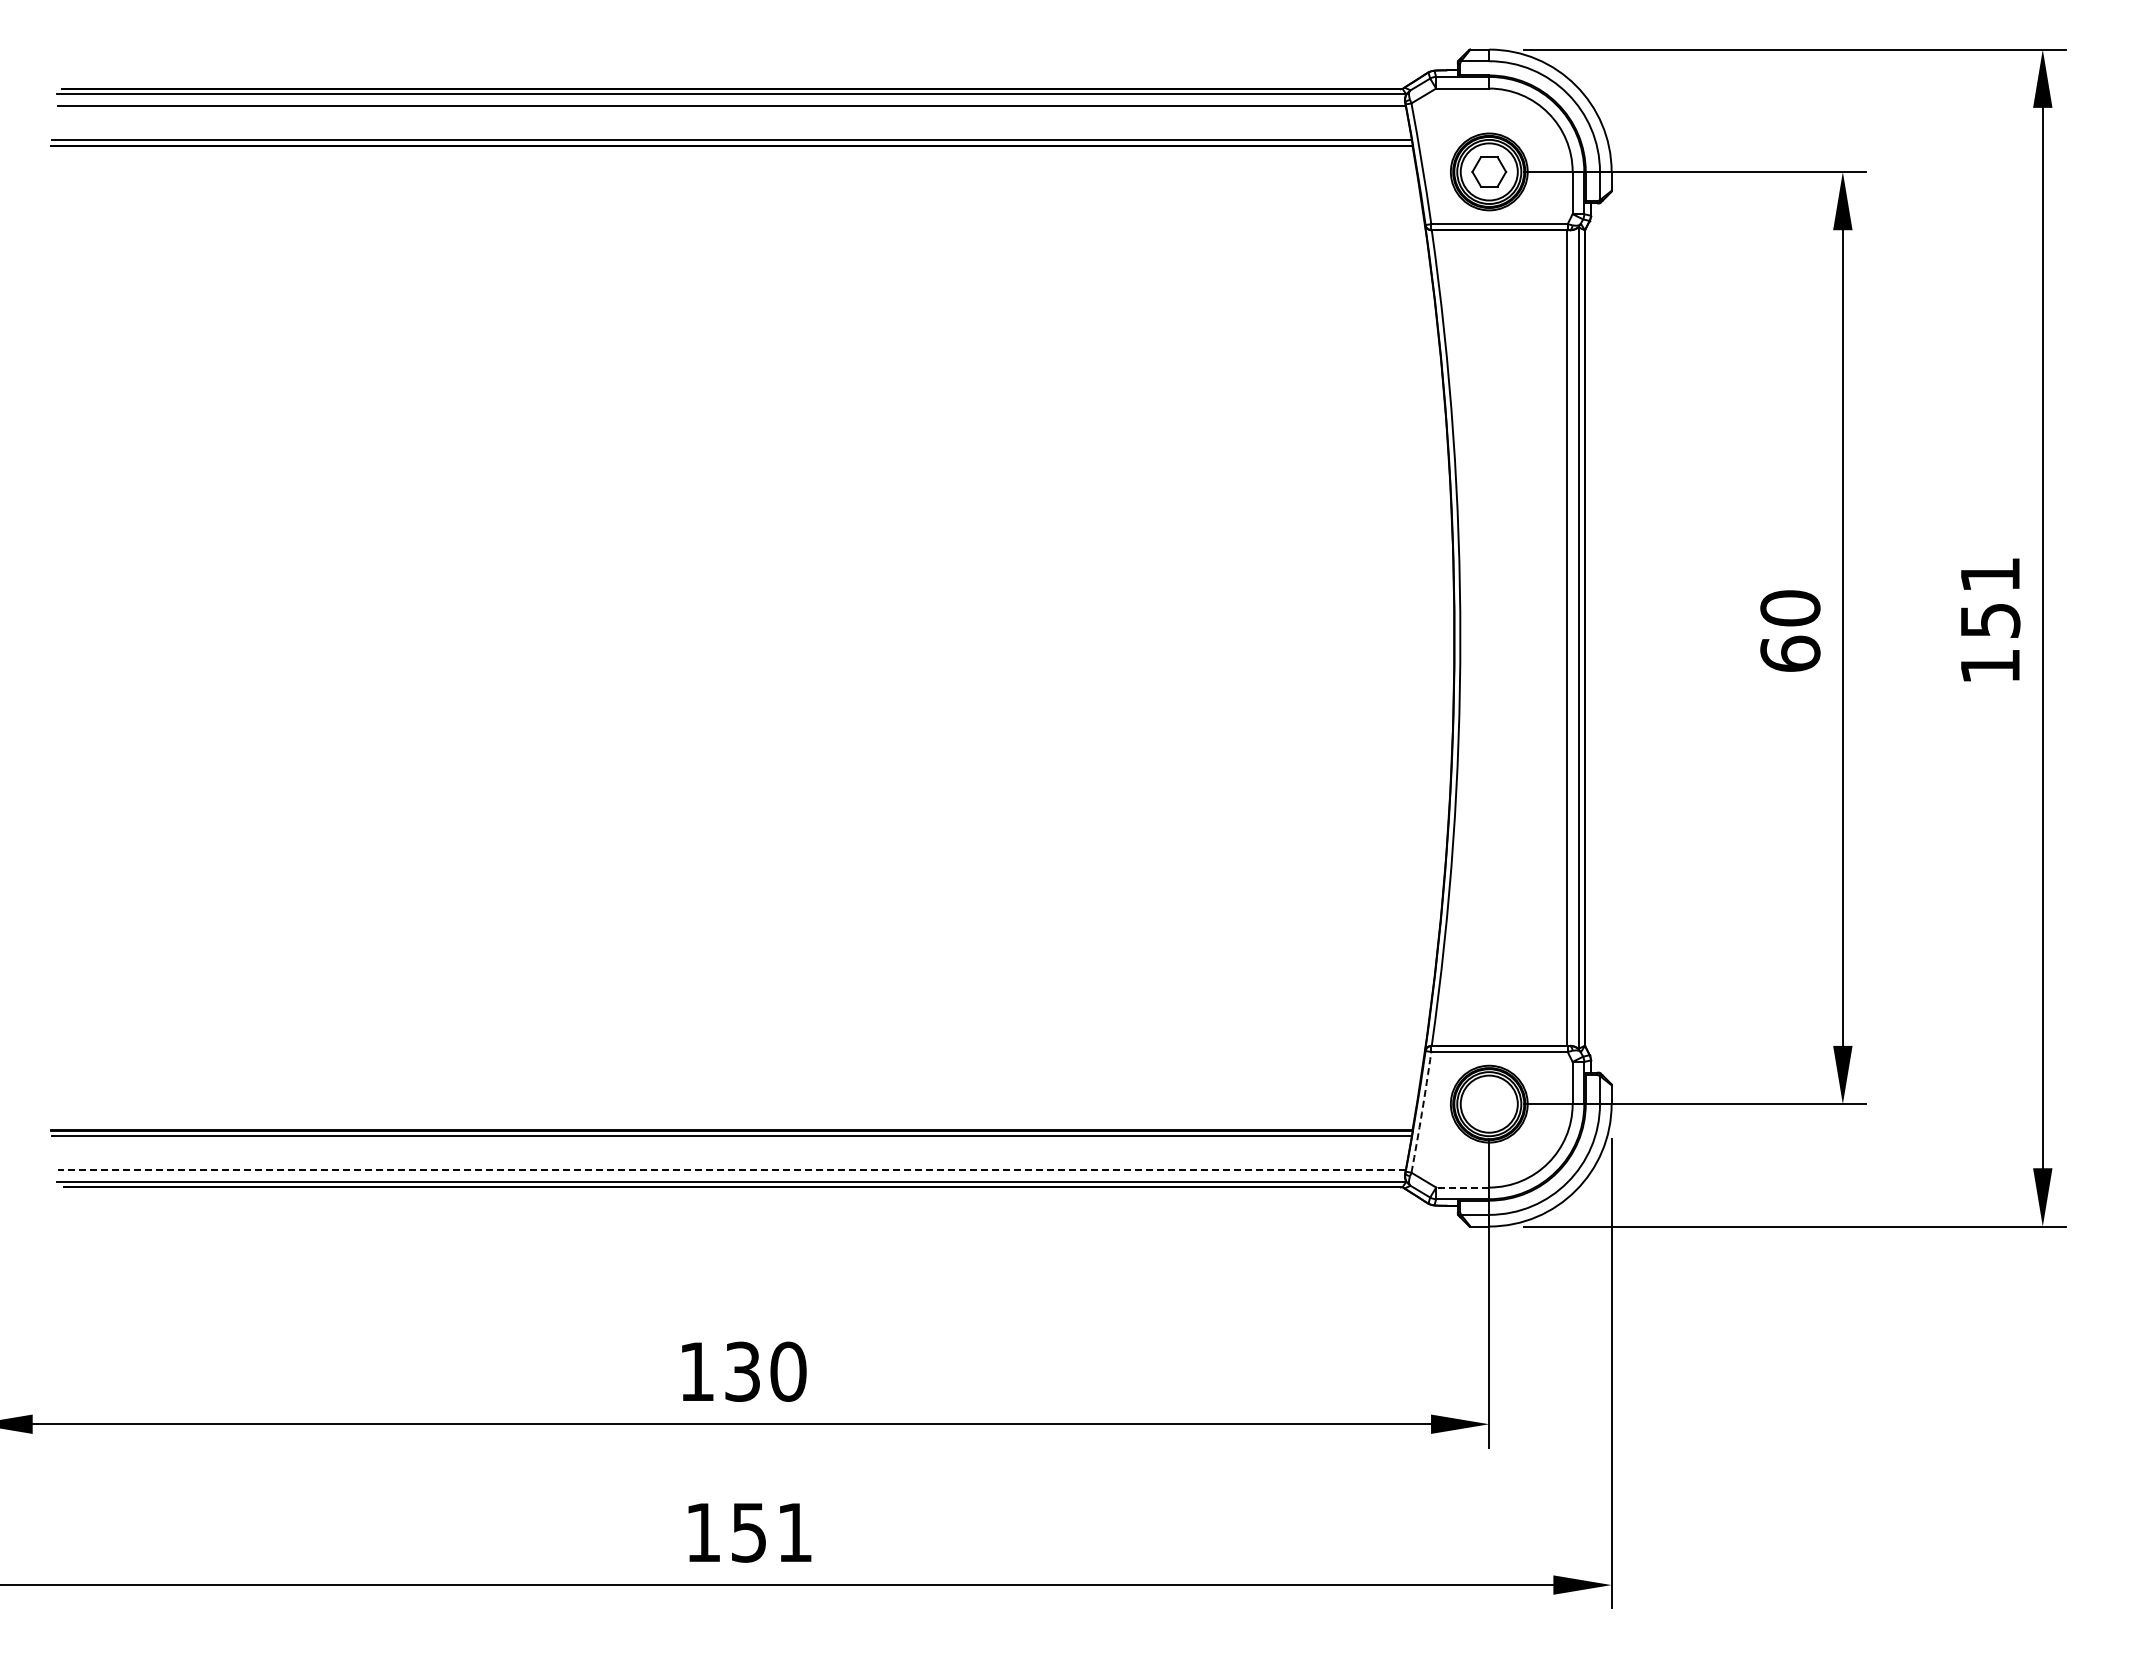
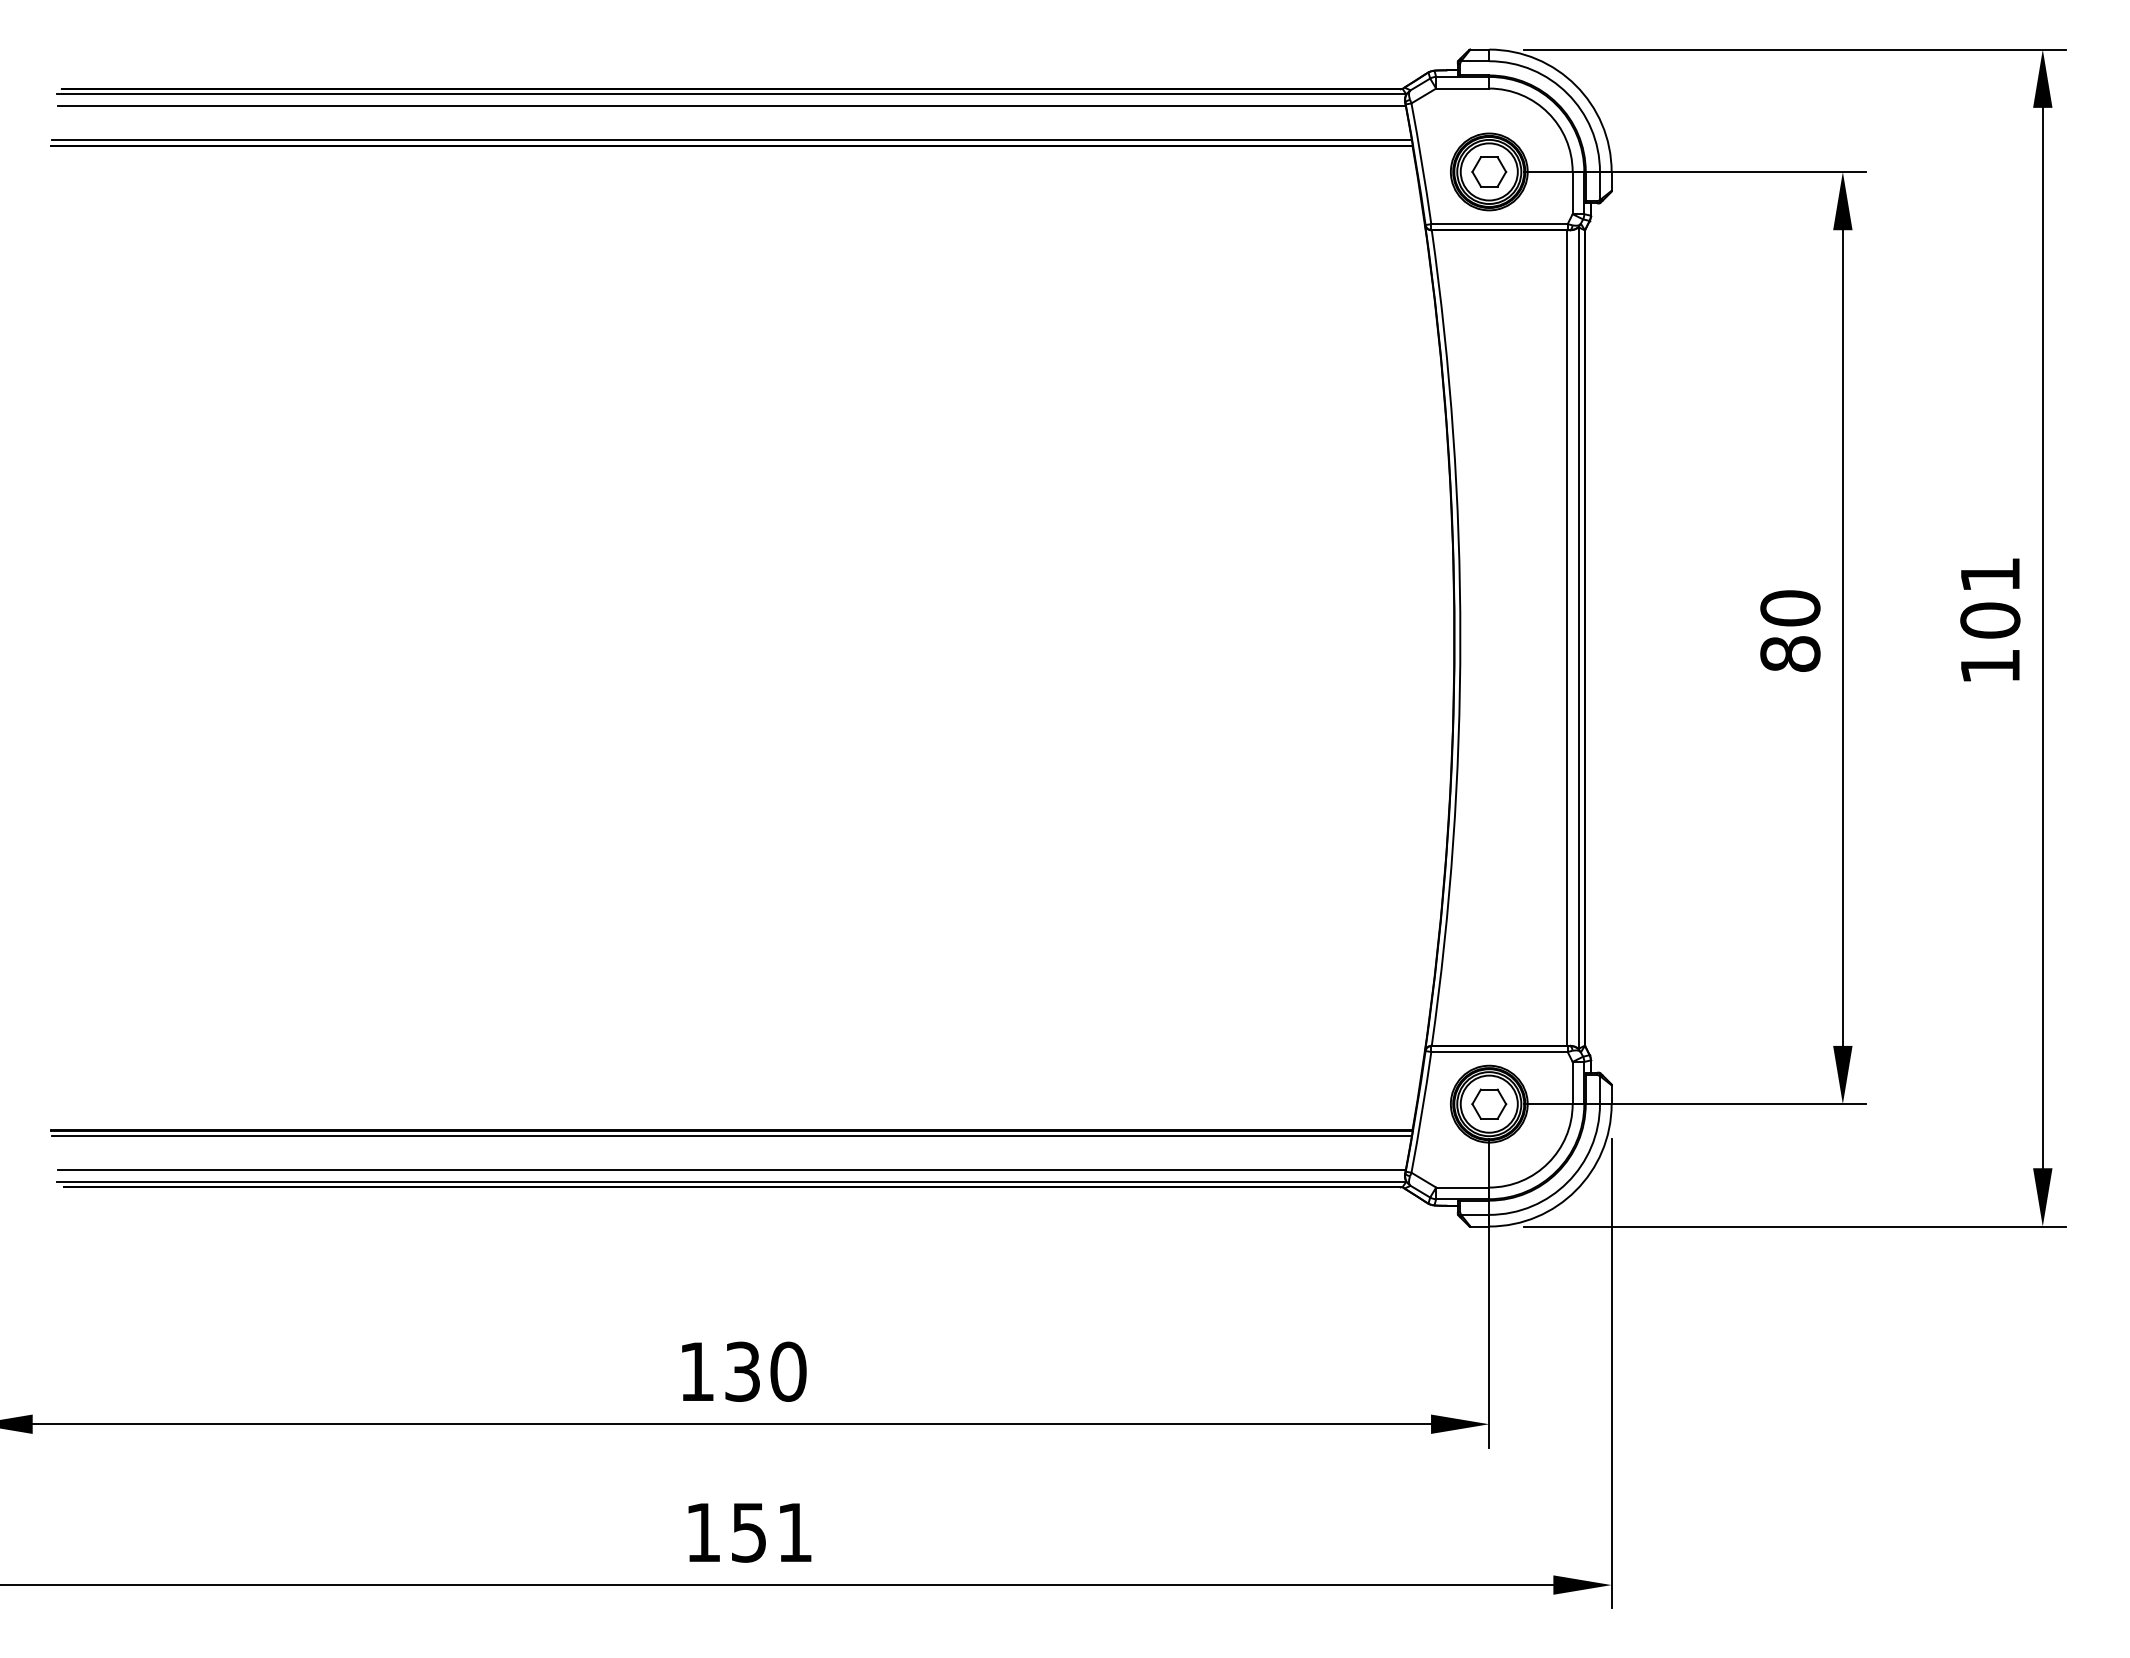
text at (1990, 620): 151 -> 101
text at (1790, 653): 60 -> 80
part at (1489, 1103): none -> present
arc at (1422, 1112): dashed -> solid
line at (731, 1170): dashed -> solid
line at (1462, 1187): dashed -> solid
